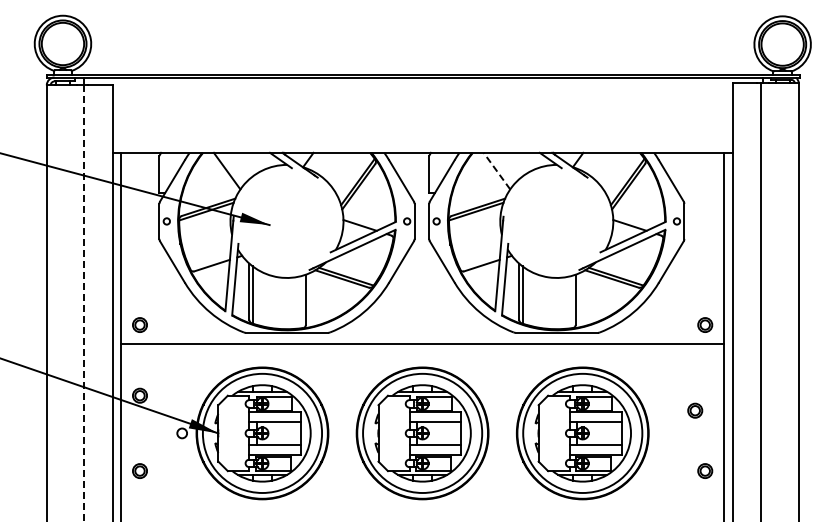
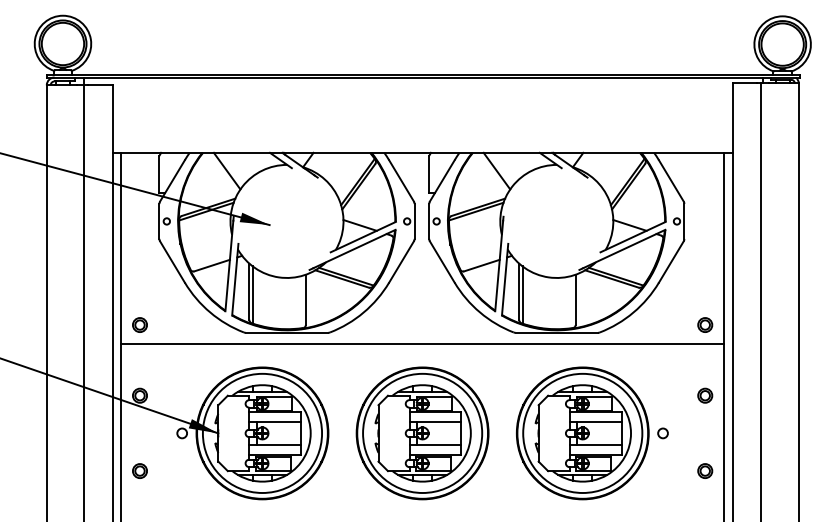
line at (496, 171): dashed -> solid
line at (84, 304): dashed -> solid
part at (695, 410) position: (695, 410) -> (705, 395)
circle at (662, 433): none -> present
